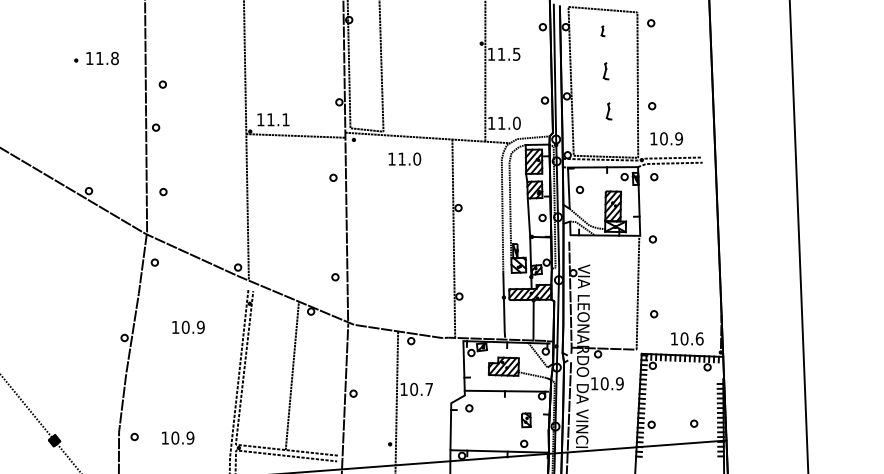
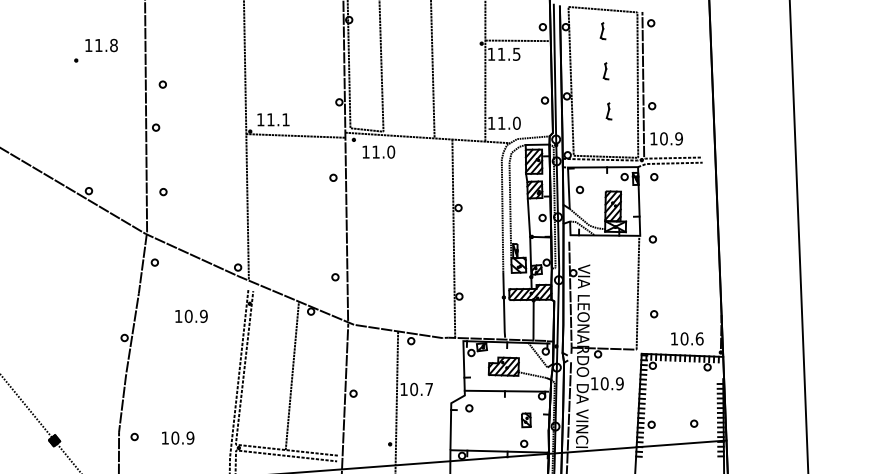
part at (602, 31) size: 6x13 px -> 8x19 px
line at (516, 40): none -> present
text at (102, 58) position: (102, 58) -> (101, 45)
line at (432, 69): none -> present
line at (643, 84): none -> present
text at (404, 158) position: (404, 158) -> (378, 151)
text at (188, 326) position: (188, 326) -> (191, 315)
